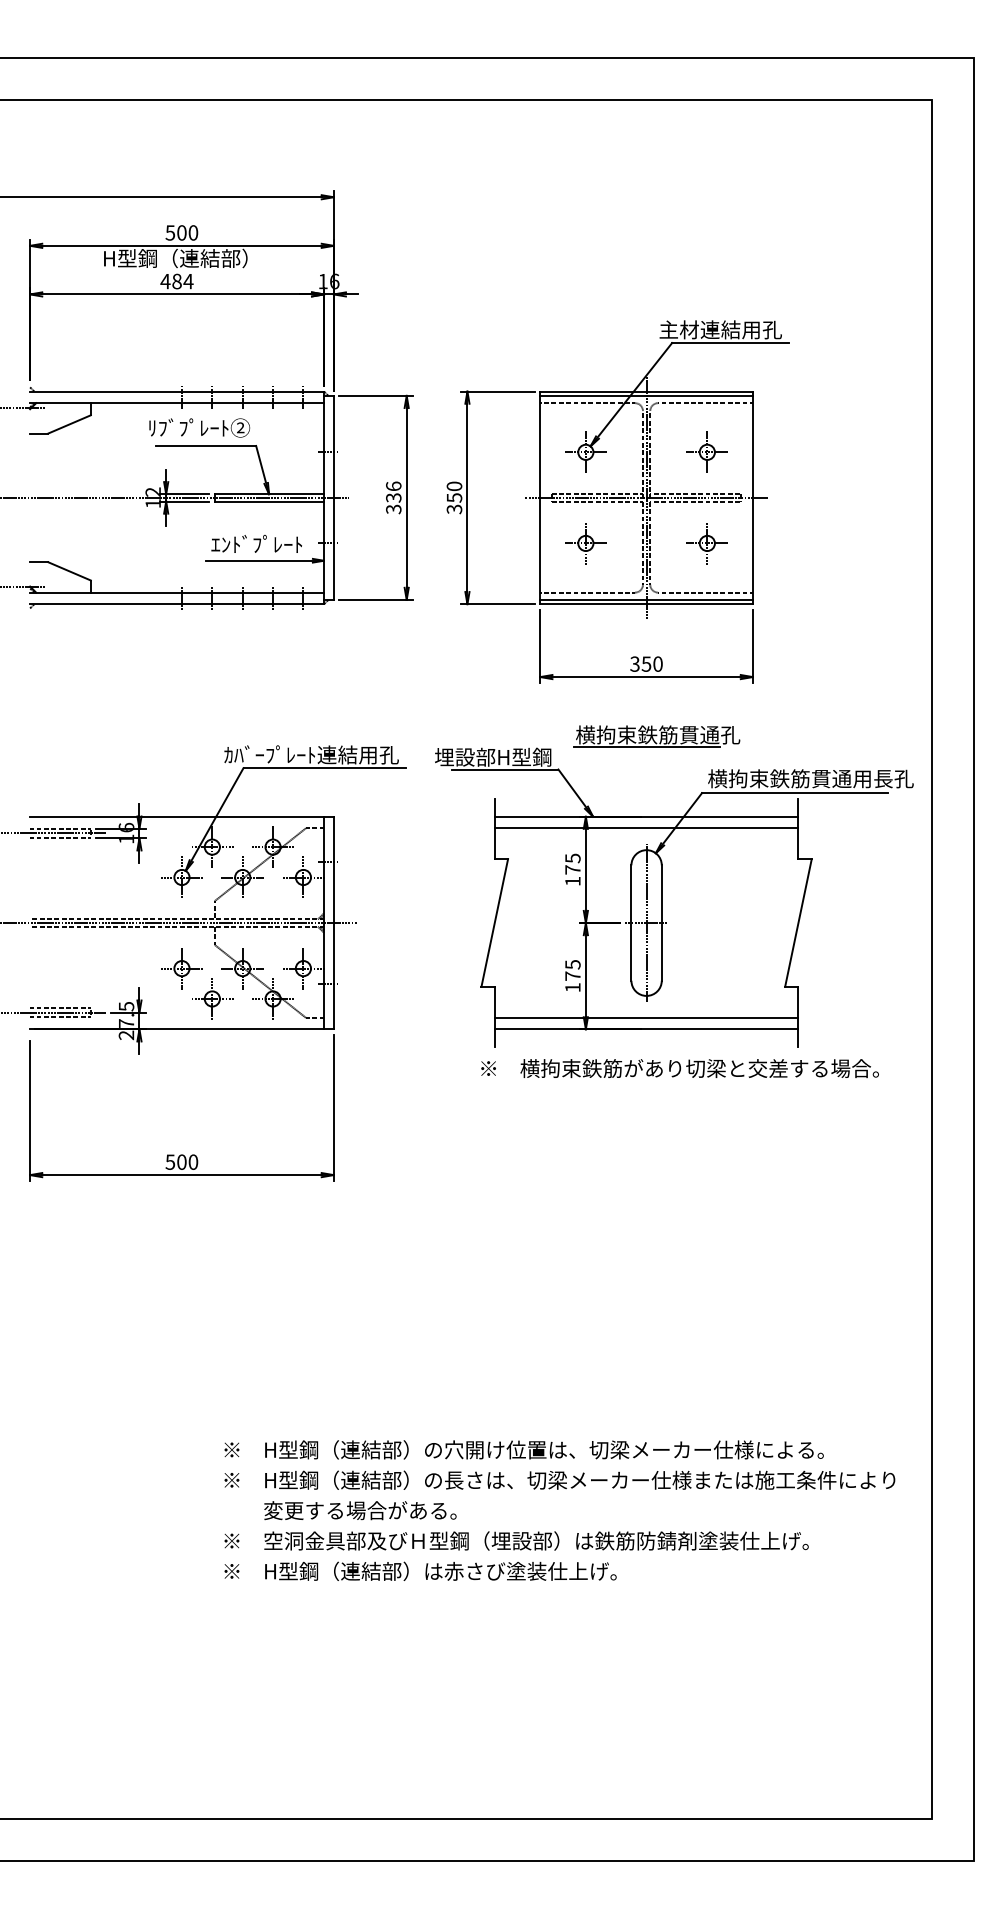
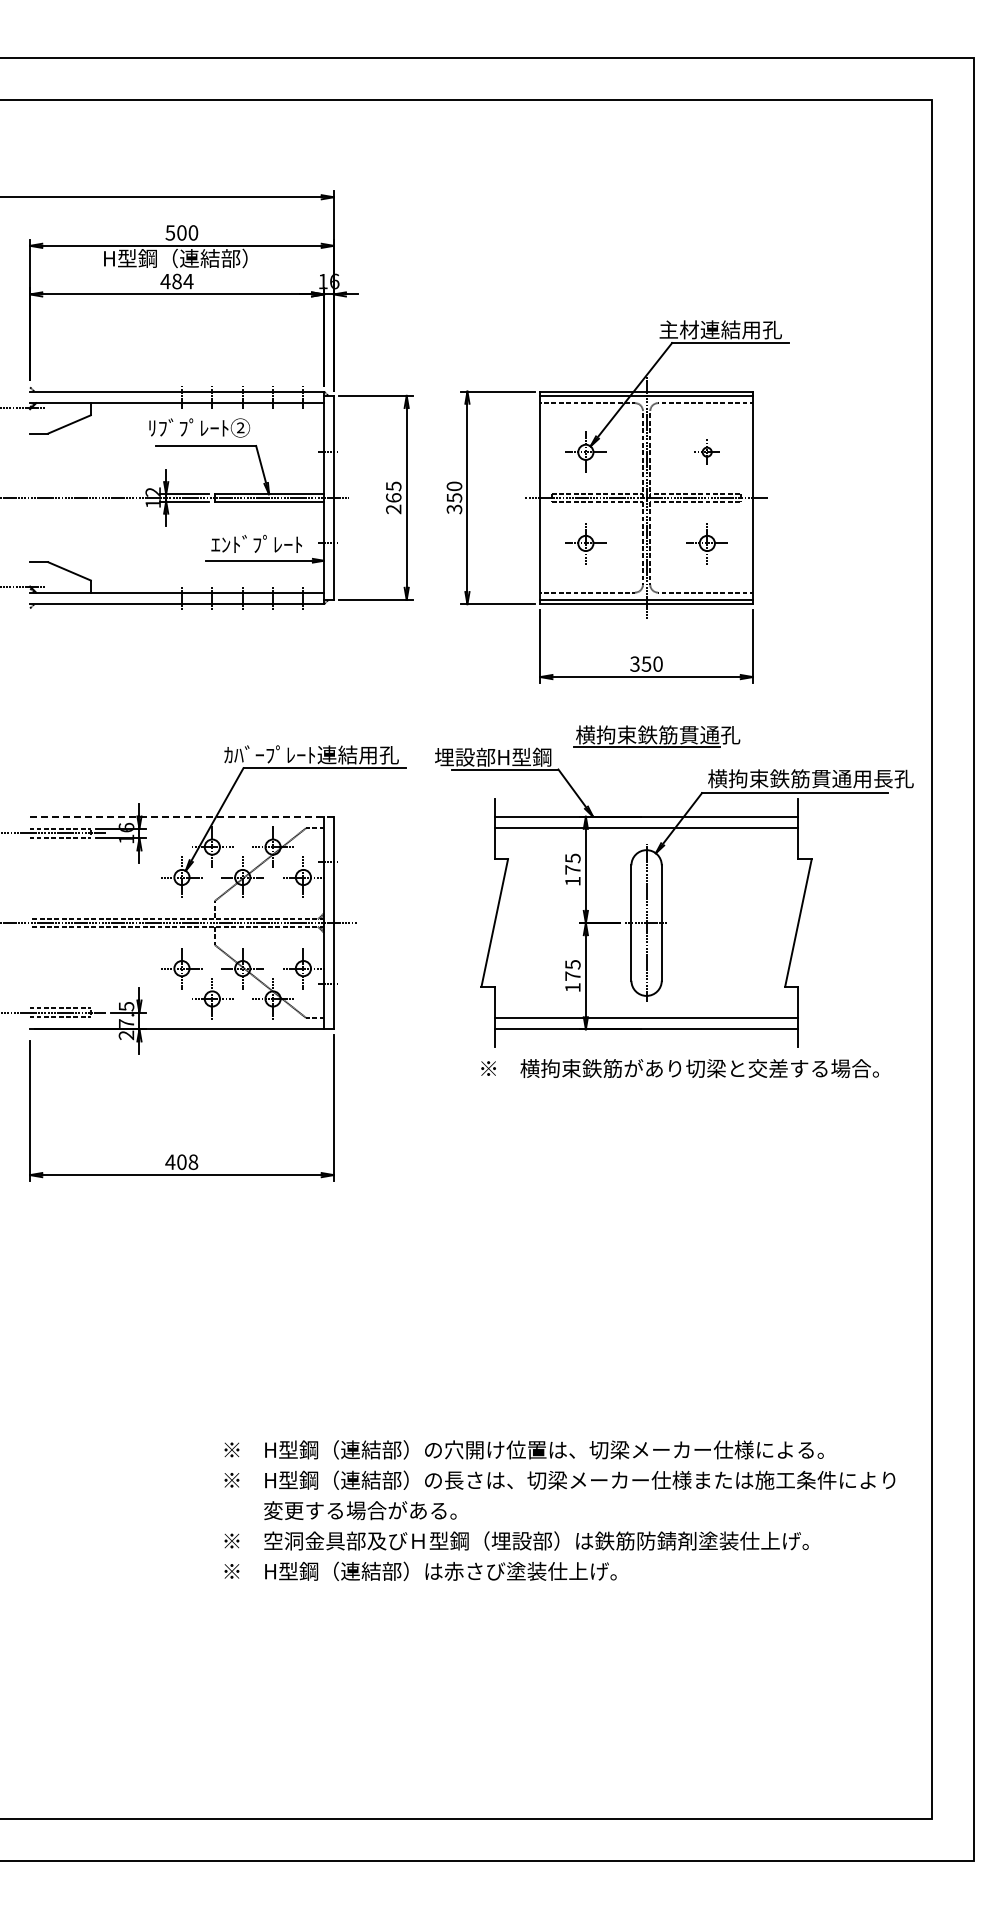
part at (706, 451) size: 42x42 px -> 26x26 px
text at (393, 497): 336 -> 265
line at (181, 816): solid -> dashed
text at (181, 1161): 500 -> 408
